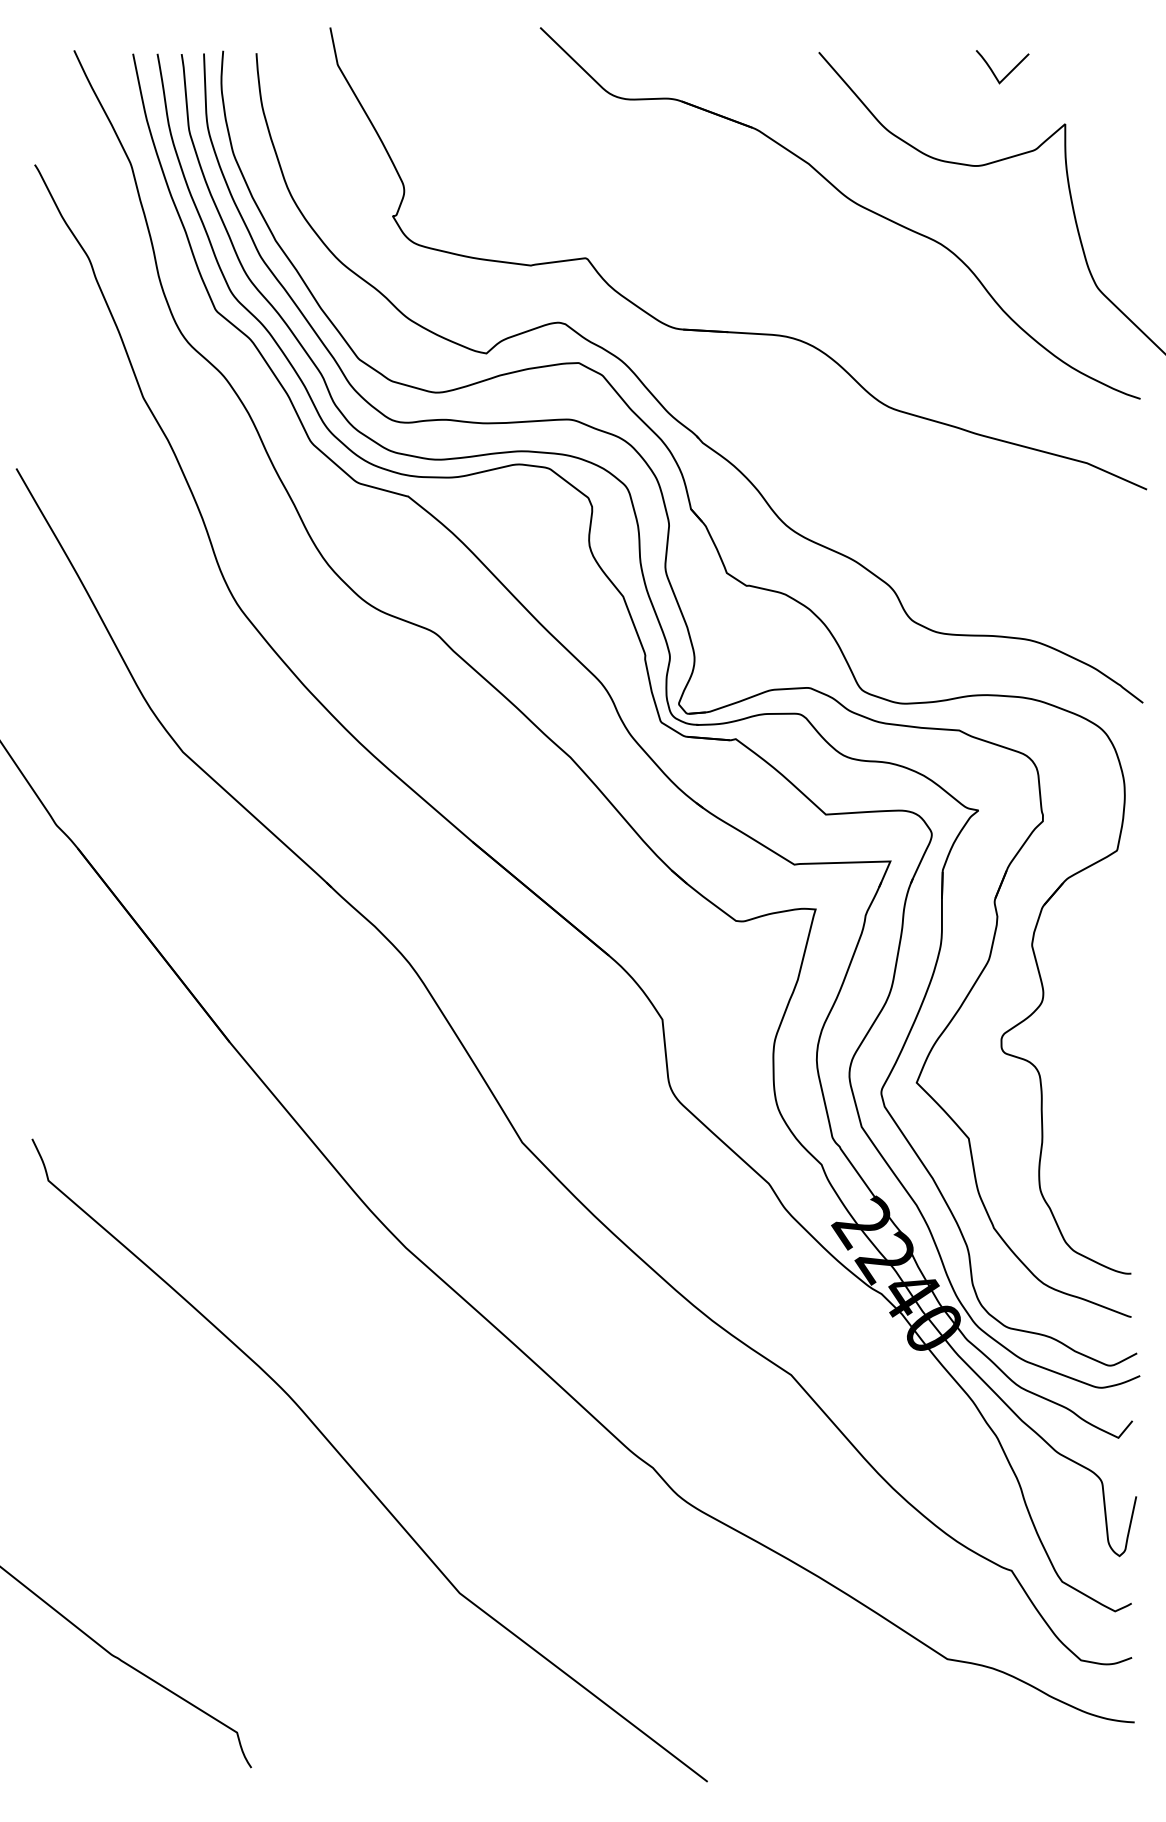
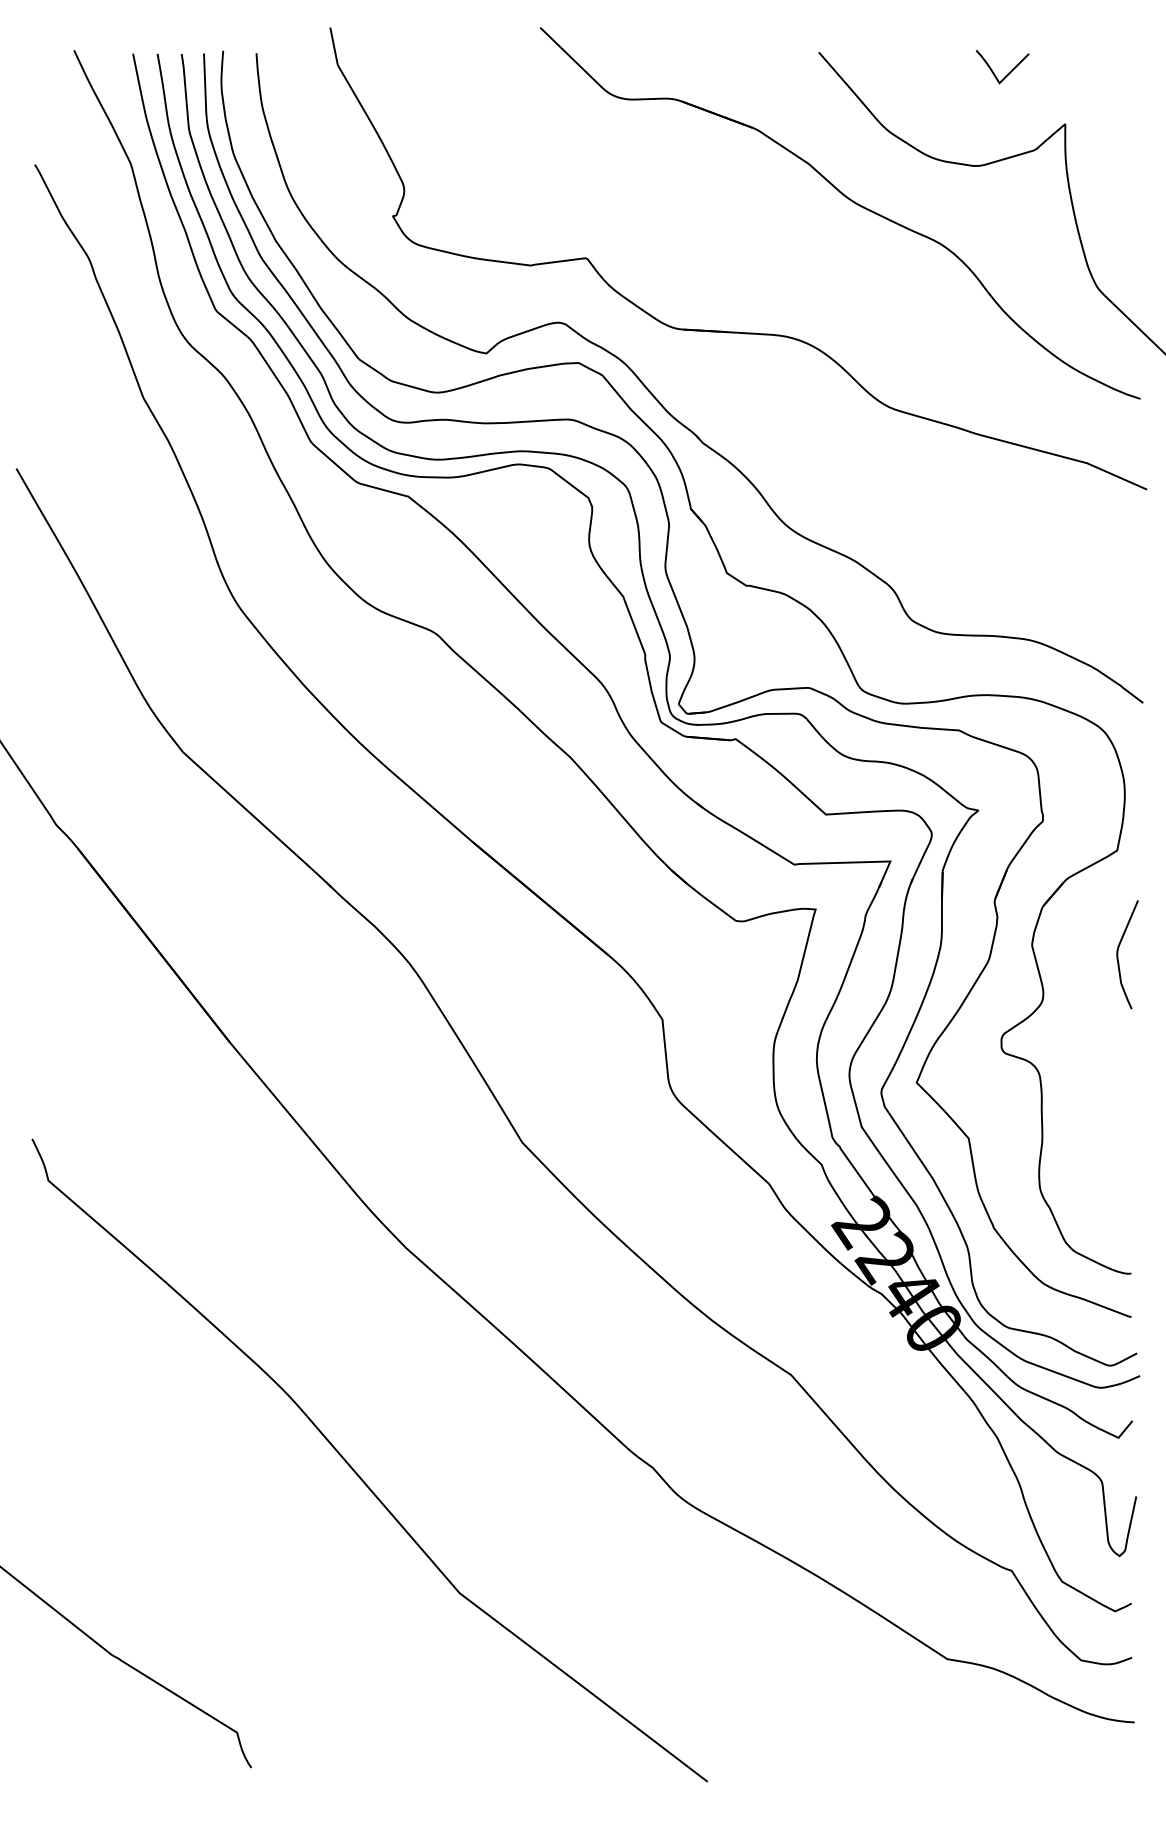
curve at (1118, 954): none -> present
